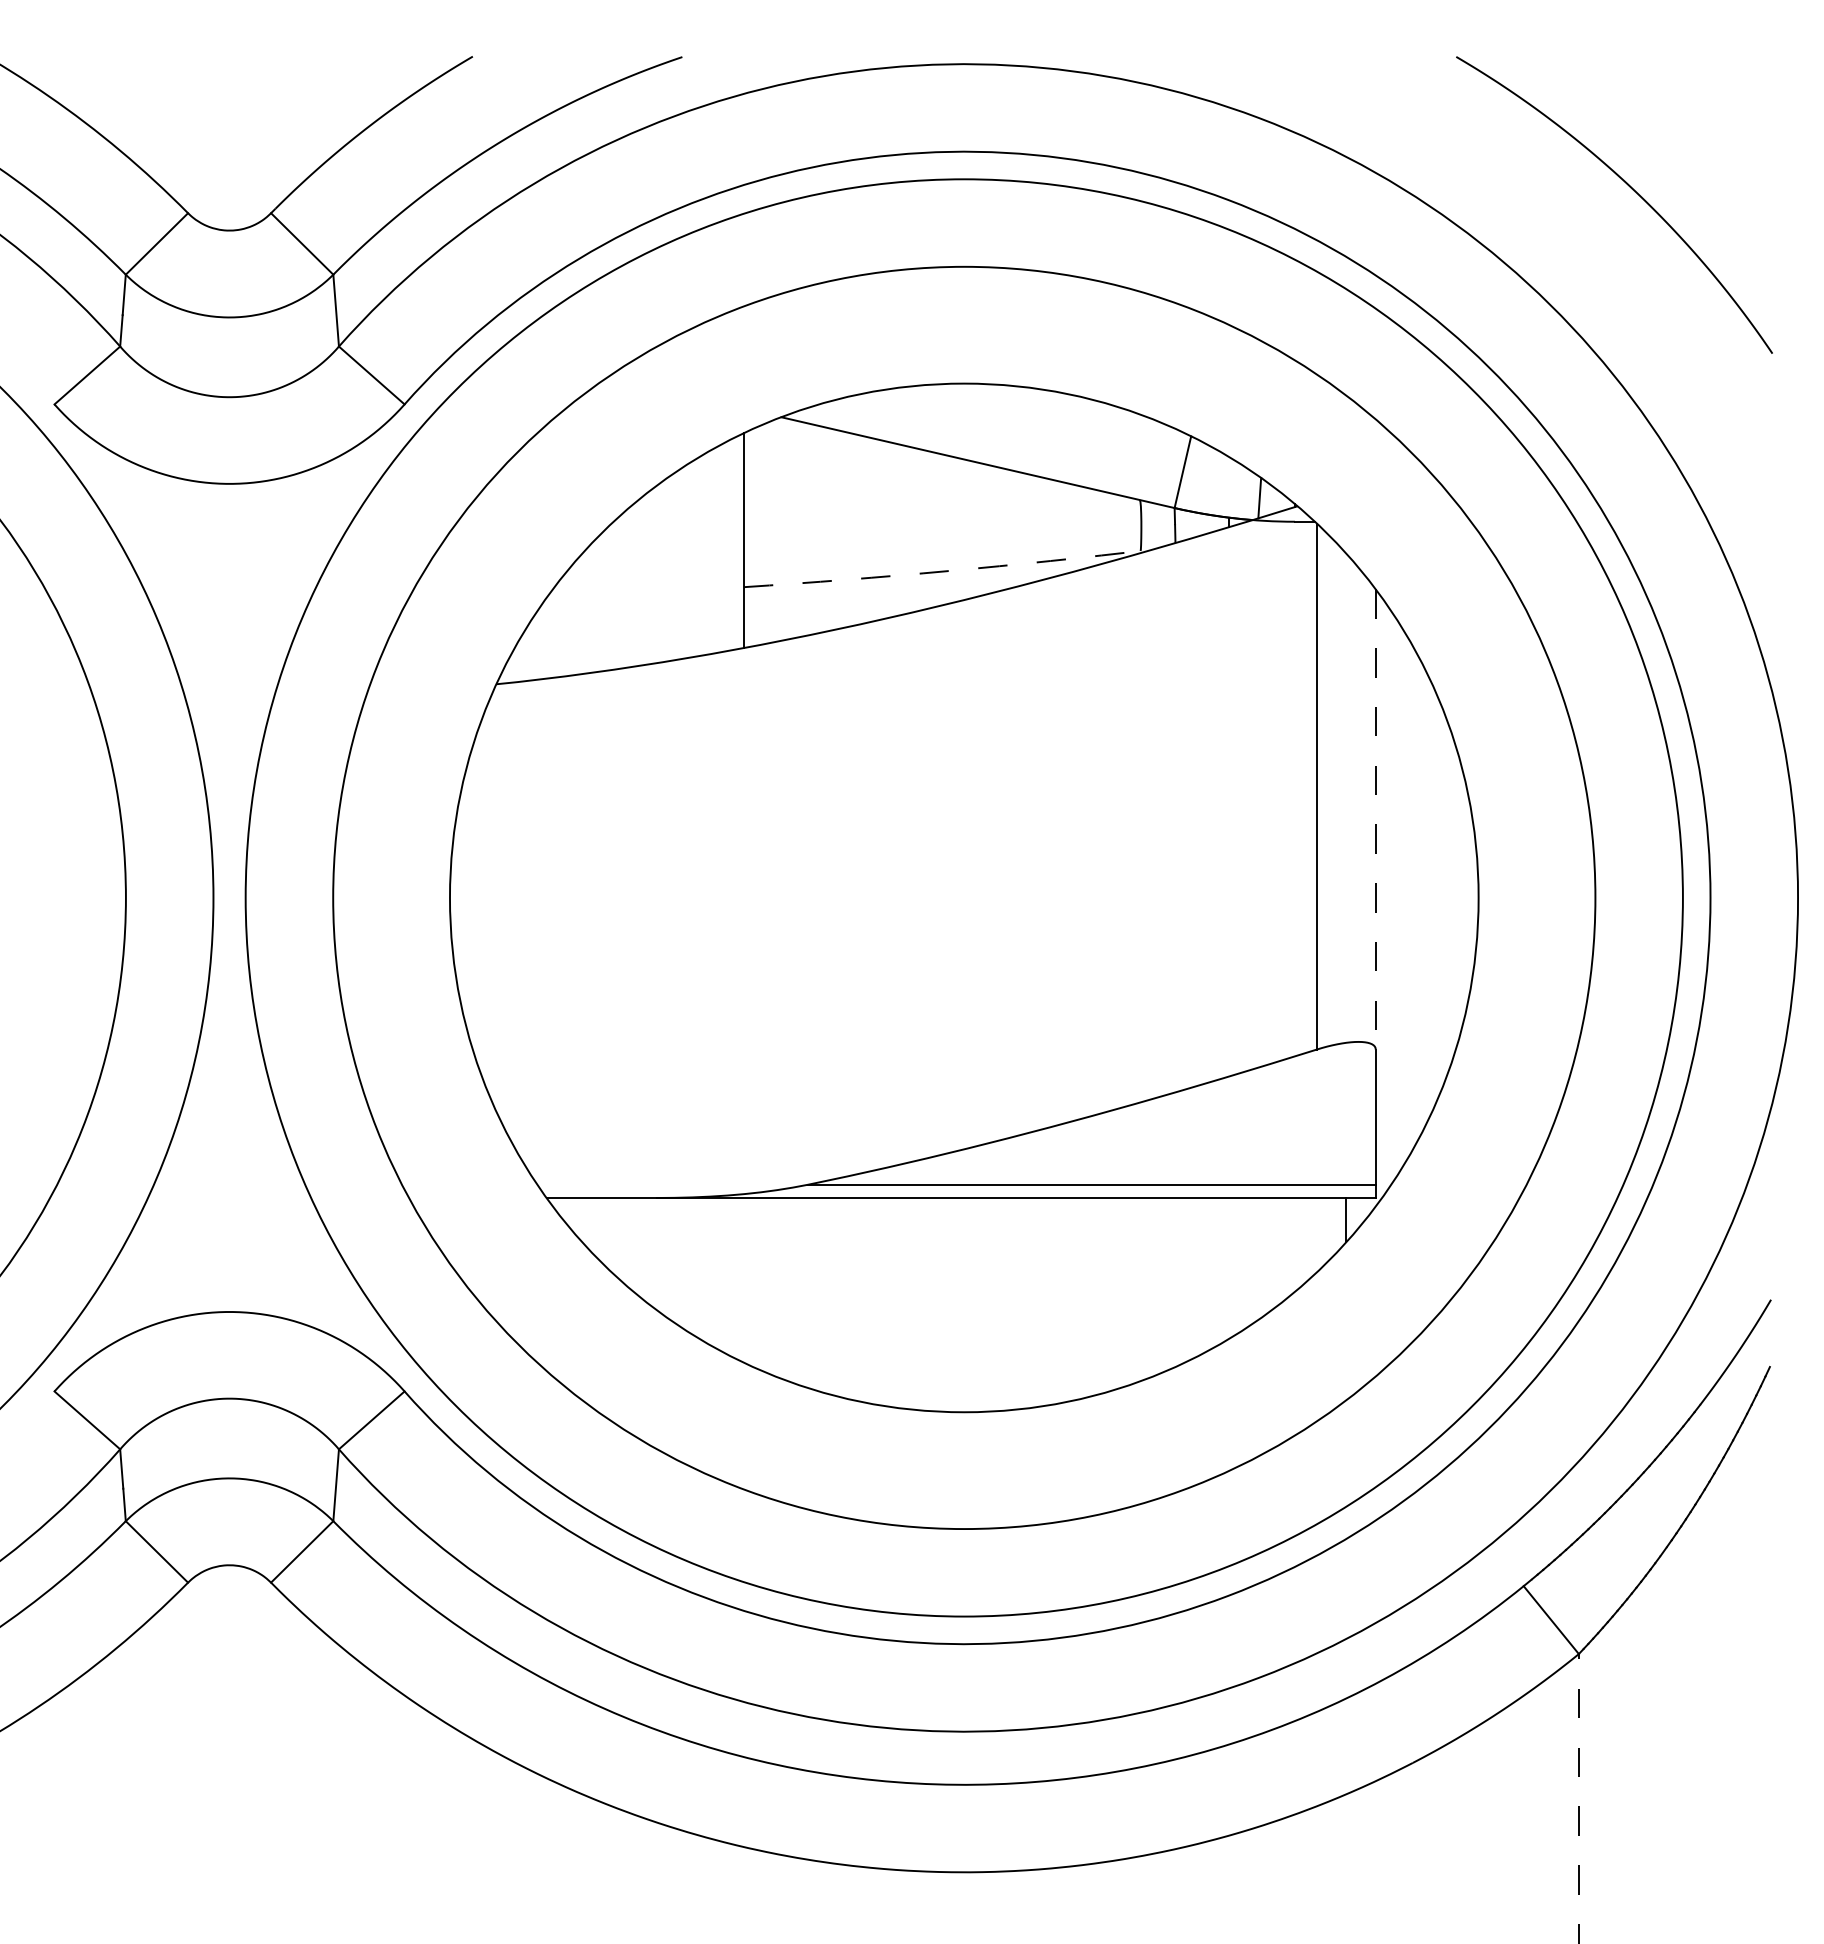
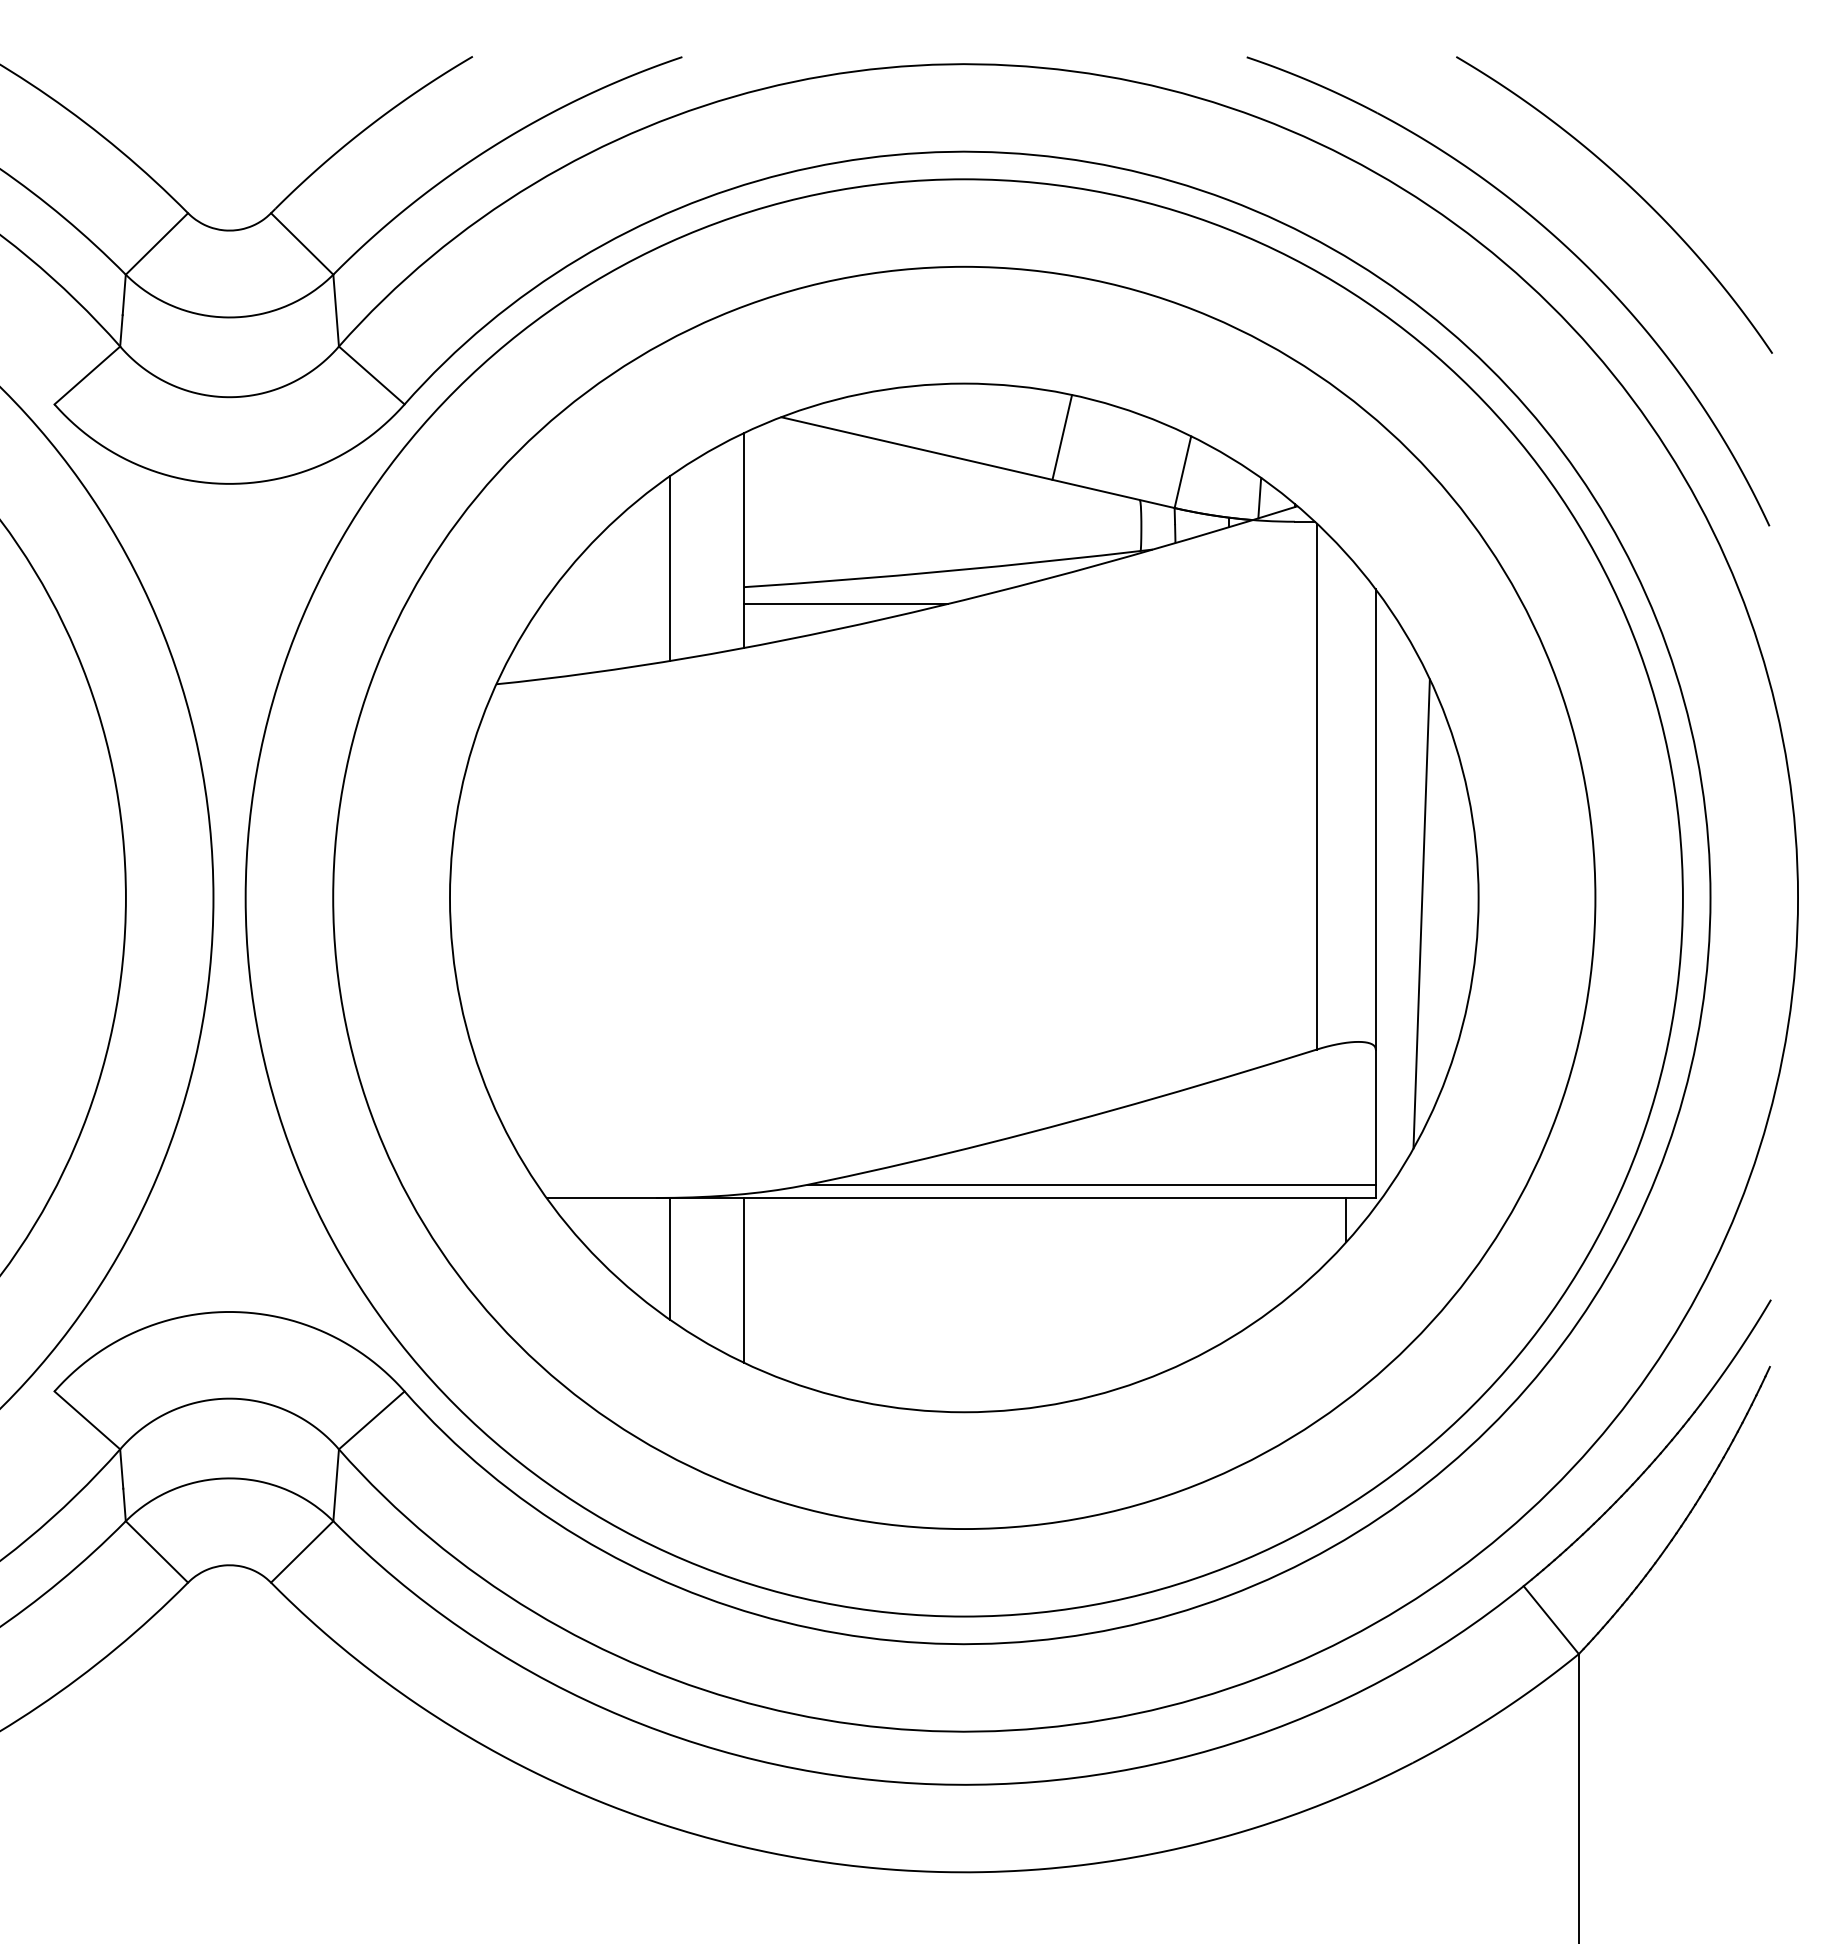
part at (1556, 239): none -> present
line at (1062, 437): none -> present
line at (670, 567): none -> present
arc at (948, 571): dashed -> solid
line at (845, 604): none -> present
line at (1375, 819): dashed -> solid
line at (1421, 913): none -> present
line at (670, 1258): none -> present
line at (743, 1280): none -> present
line at (1578, 1798): dashed -> solid
